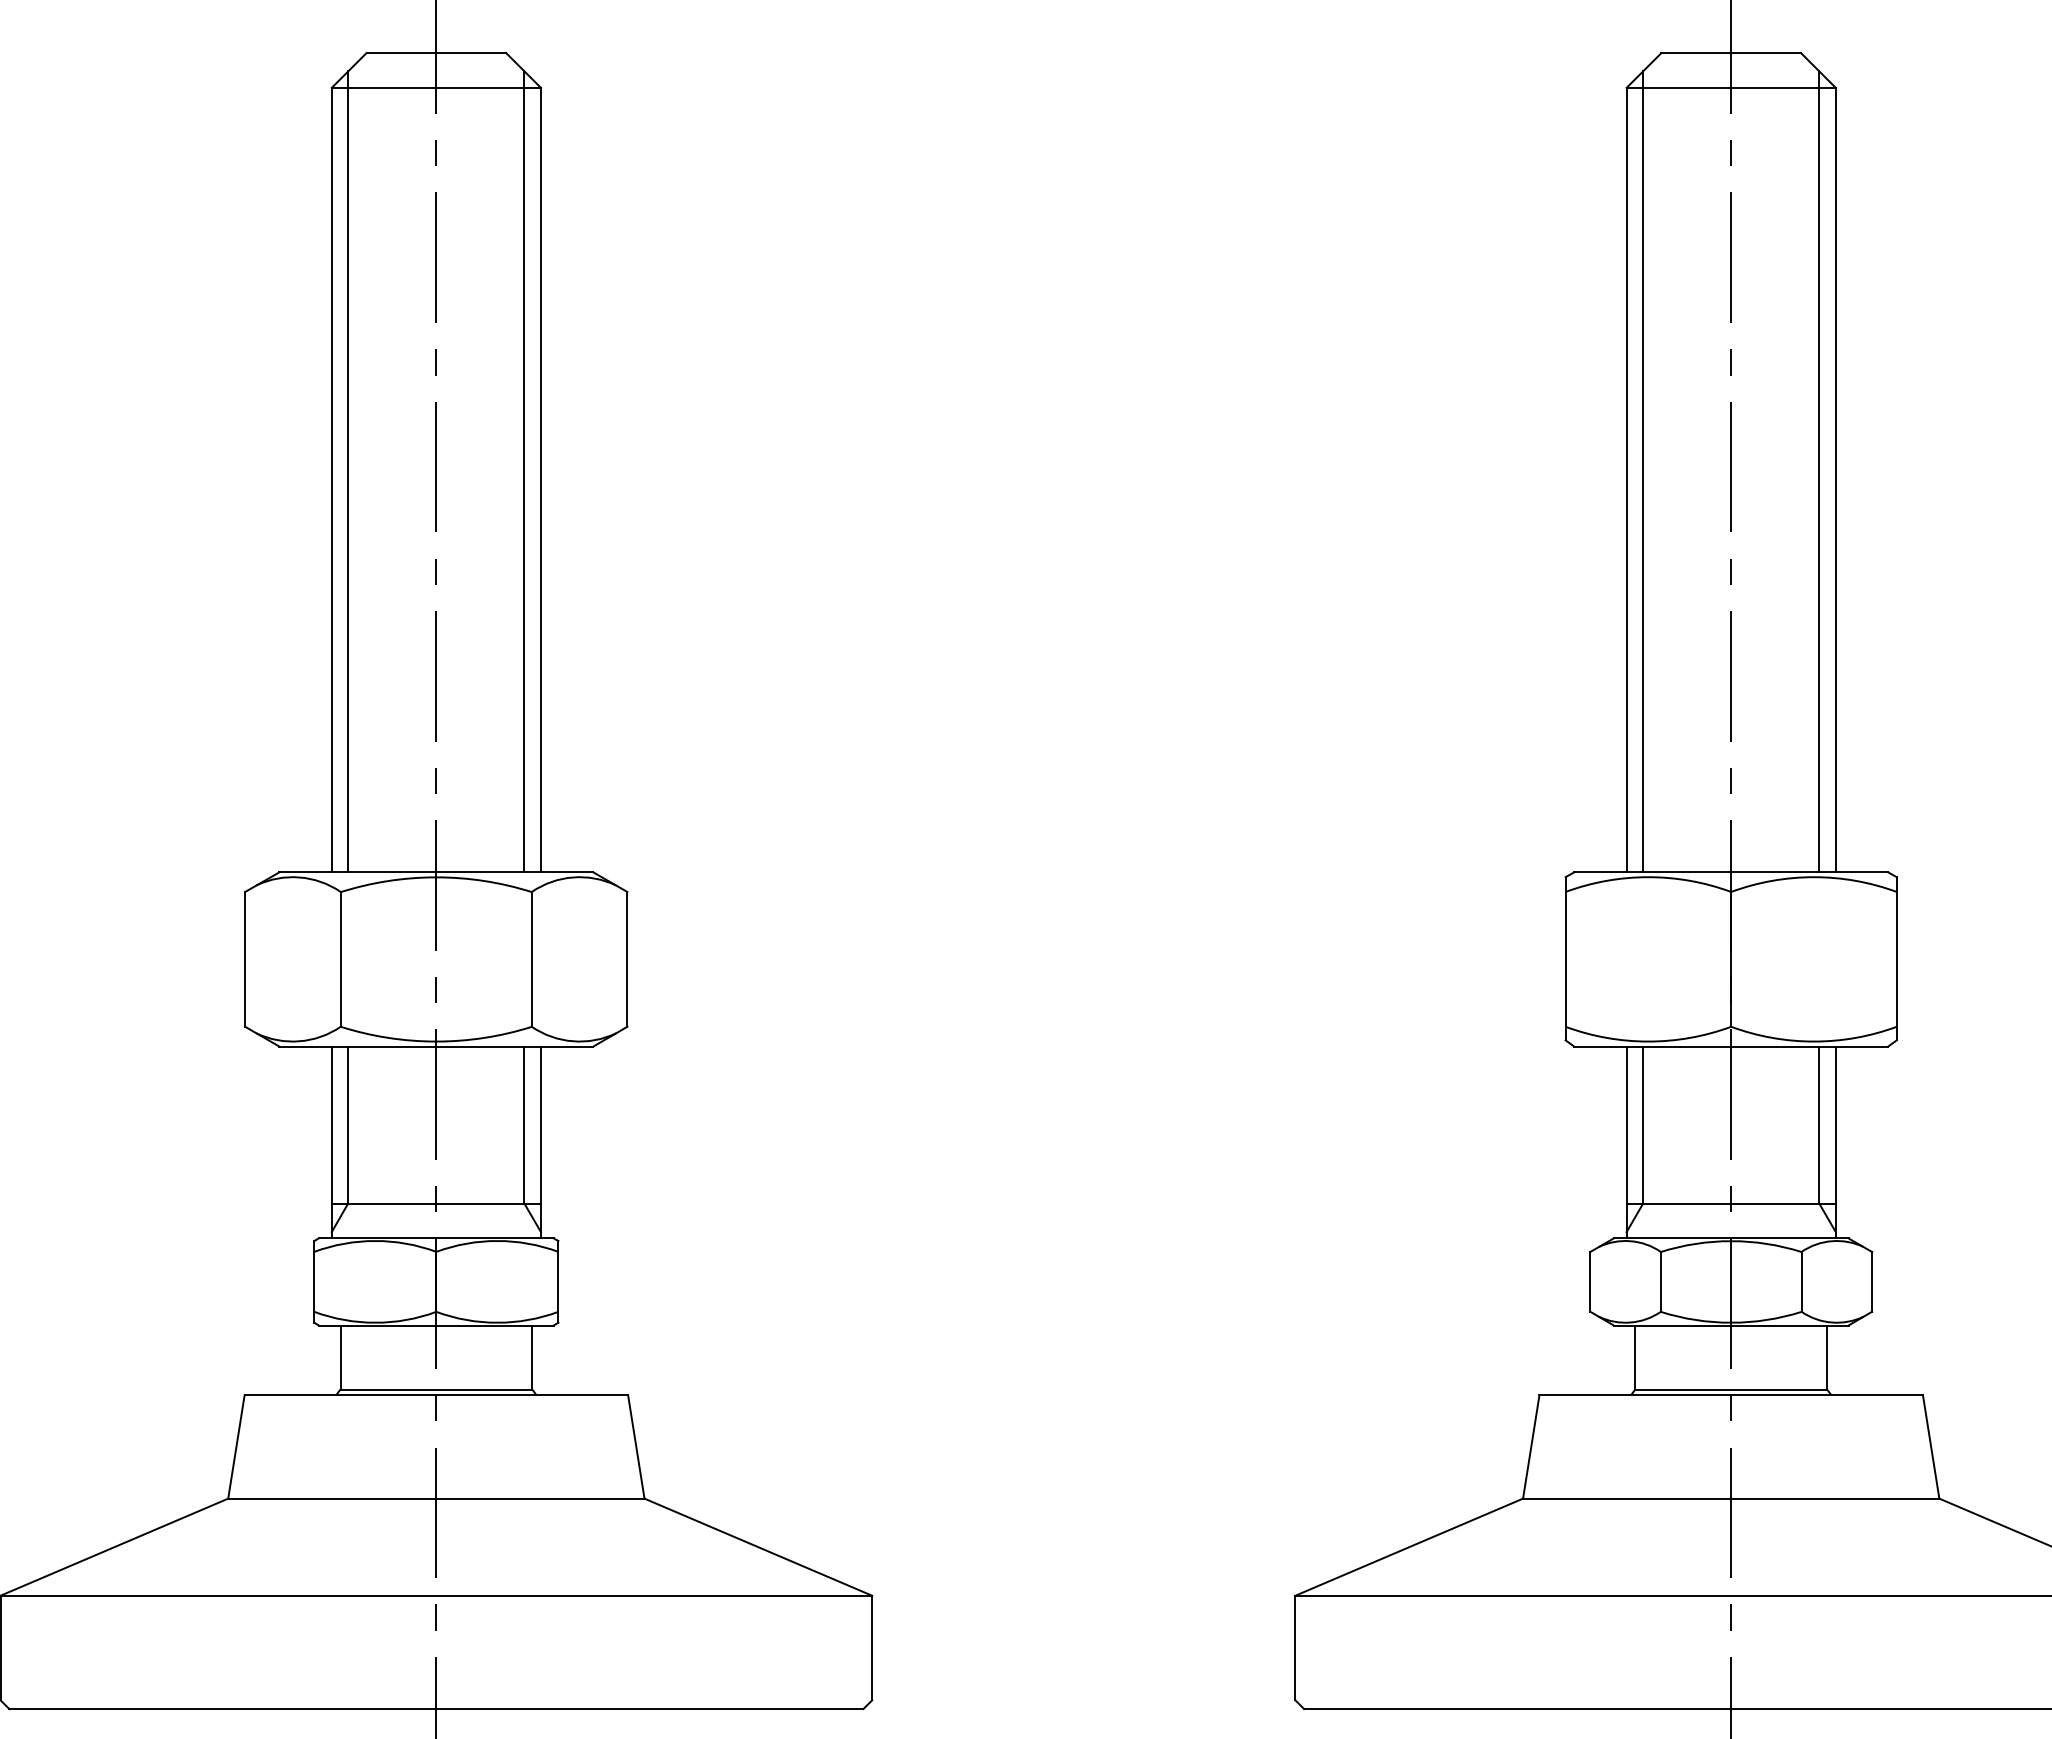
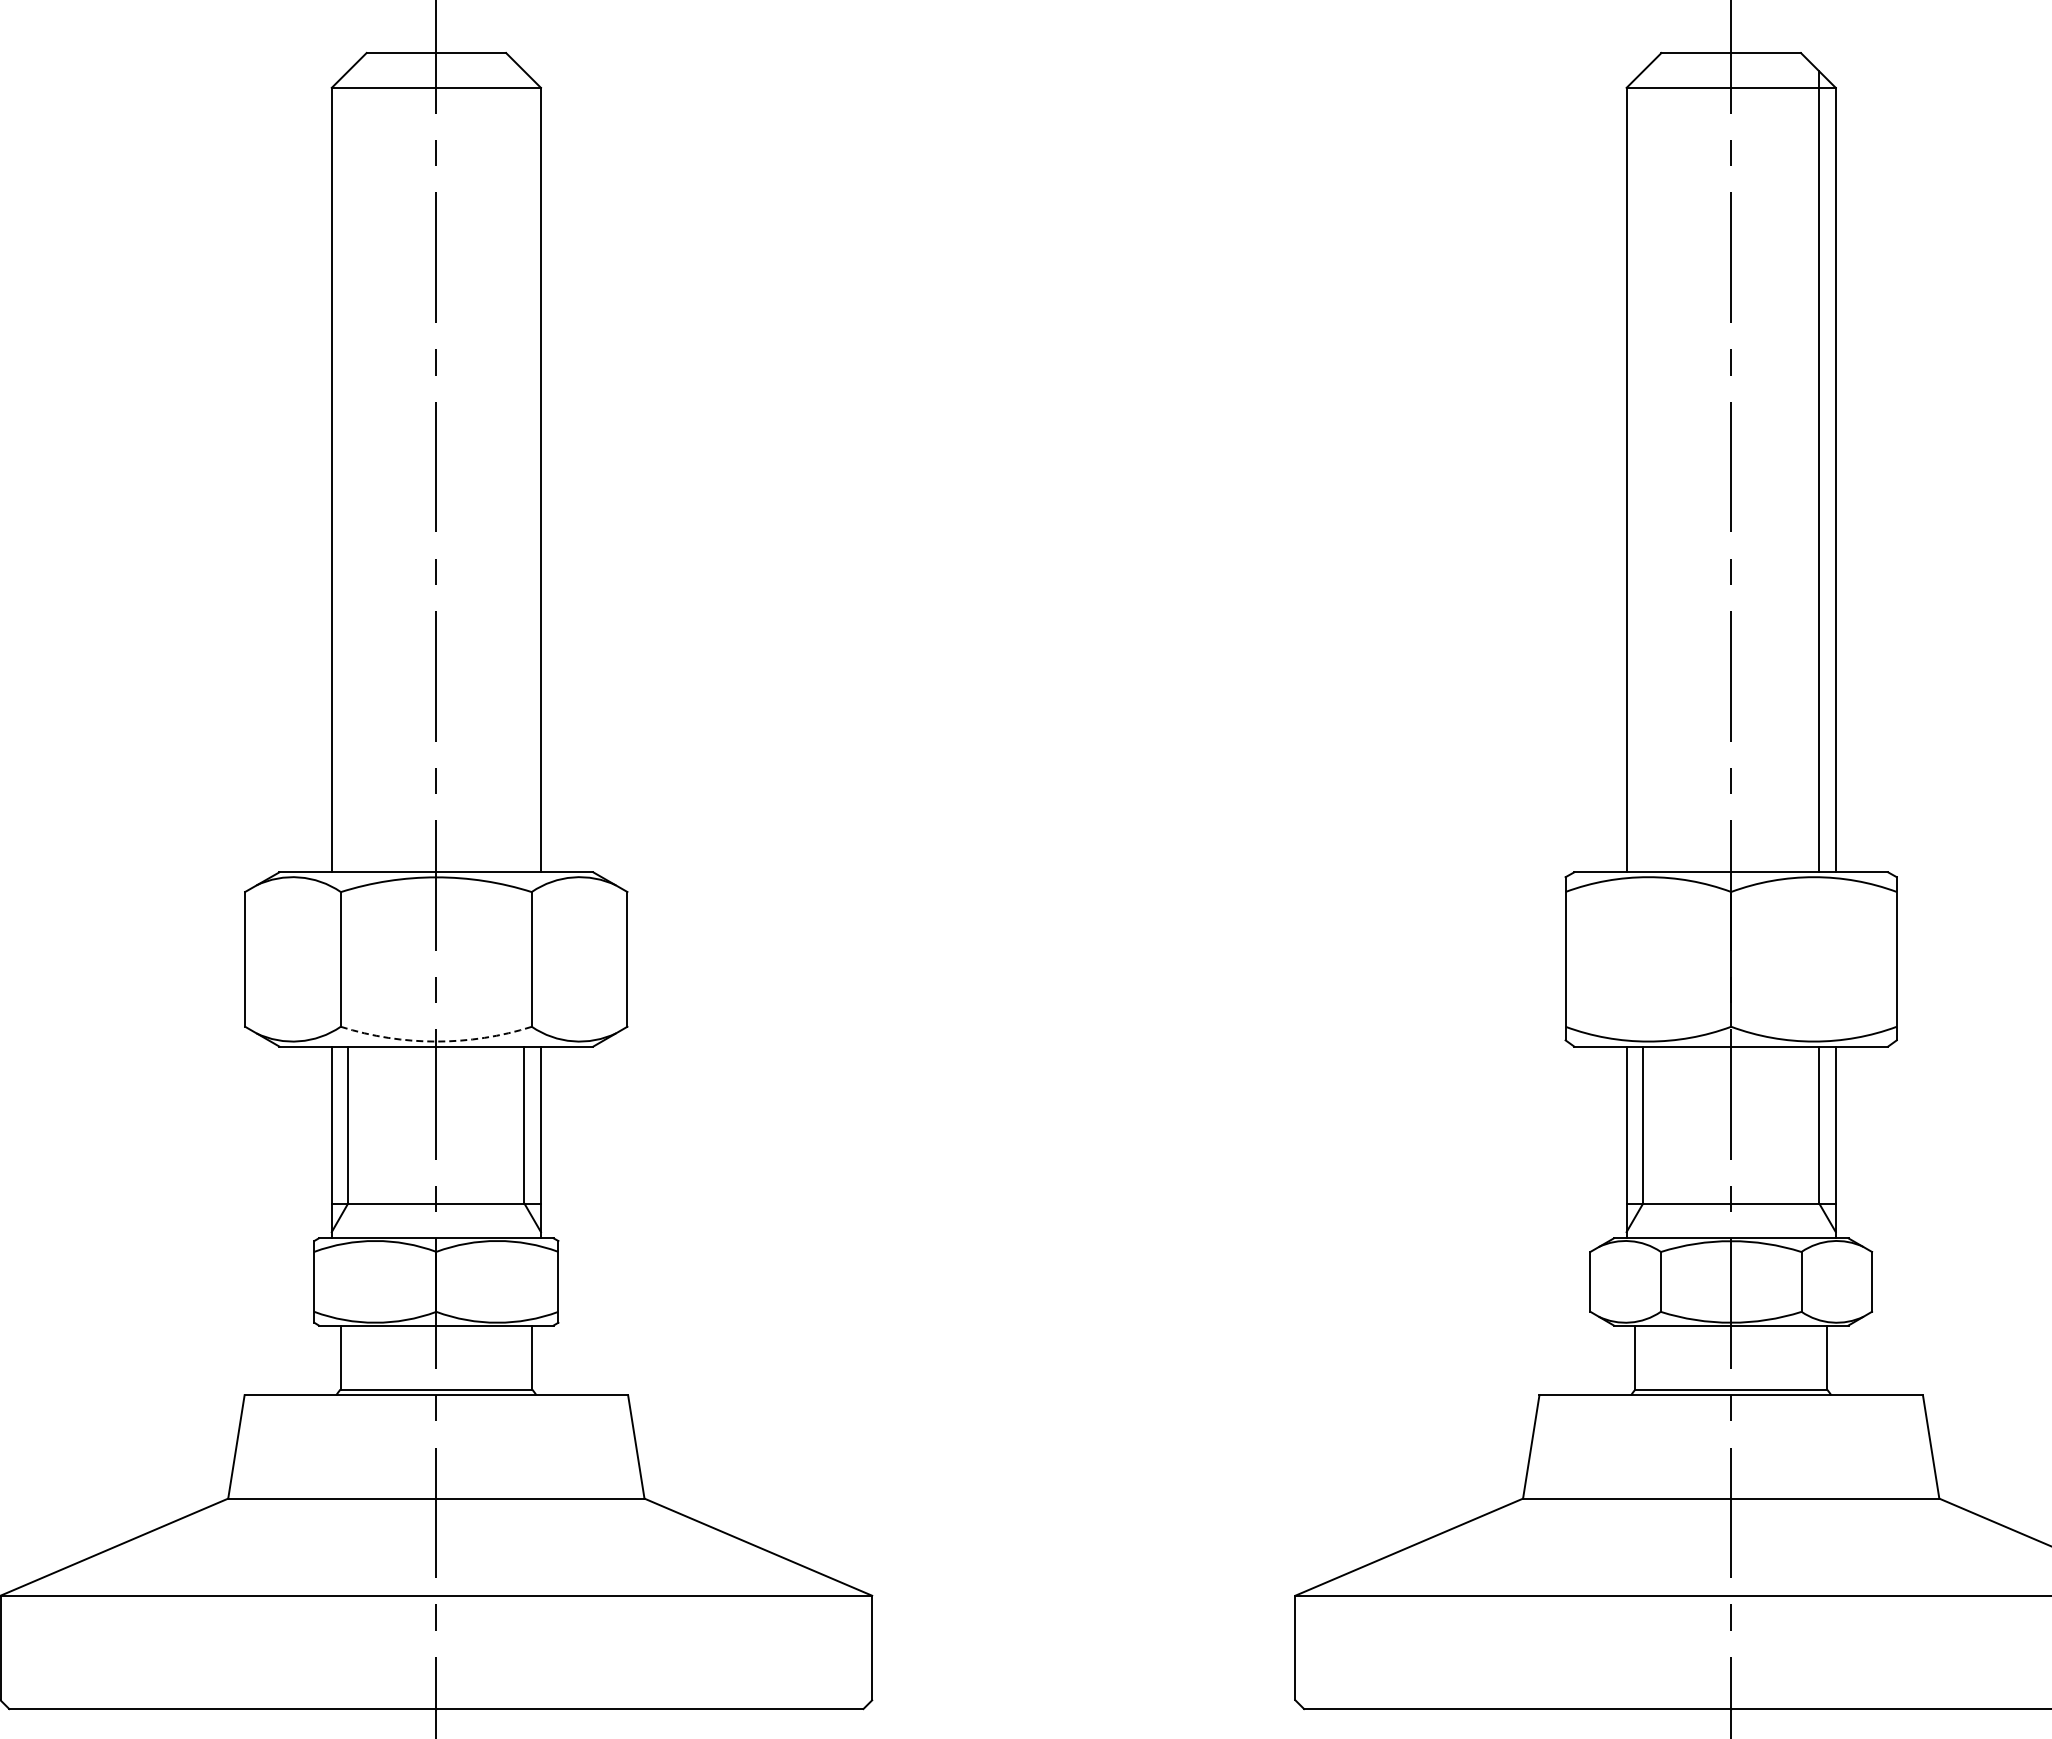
line at (348, 471): present -> none
line at (524, 471): present -> none
line at (1643, 471): present -> none
arc at (436, 1041): solid -> dashed
